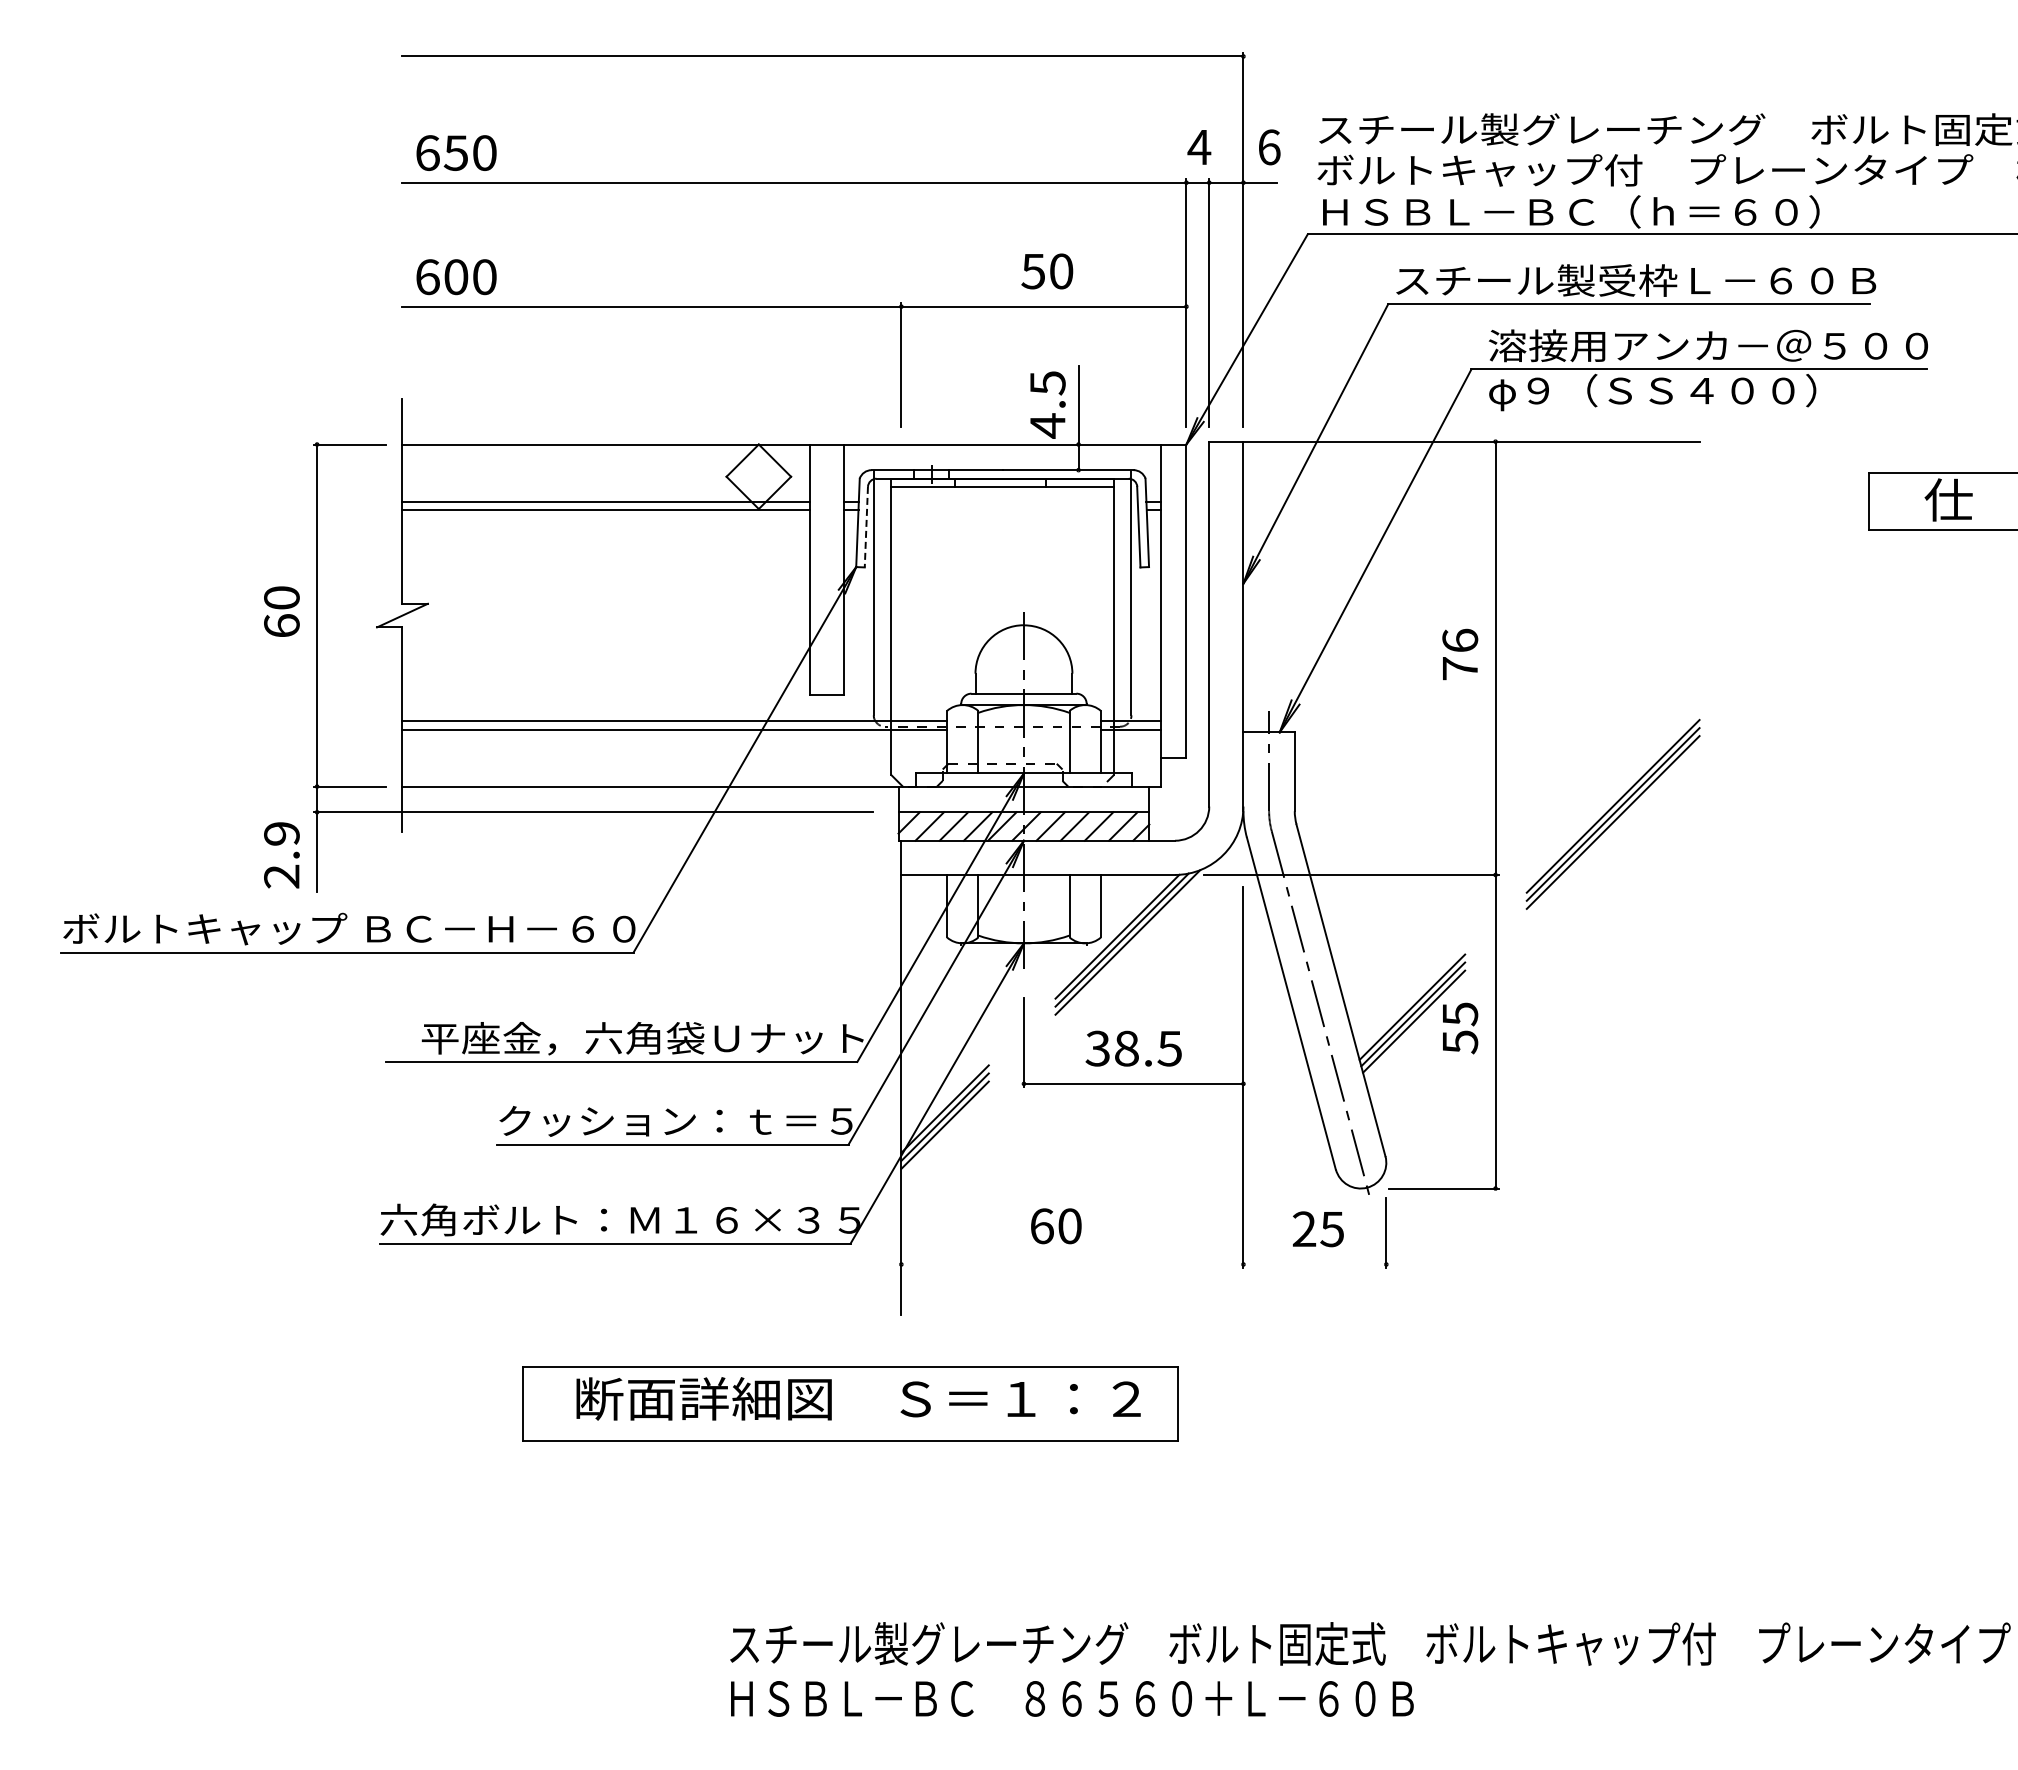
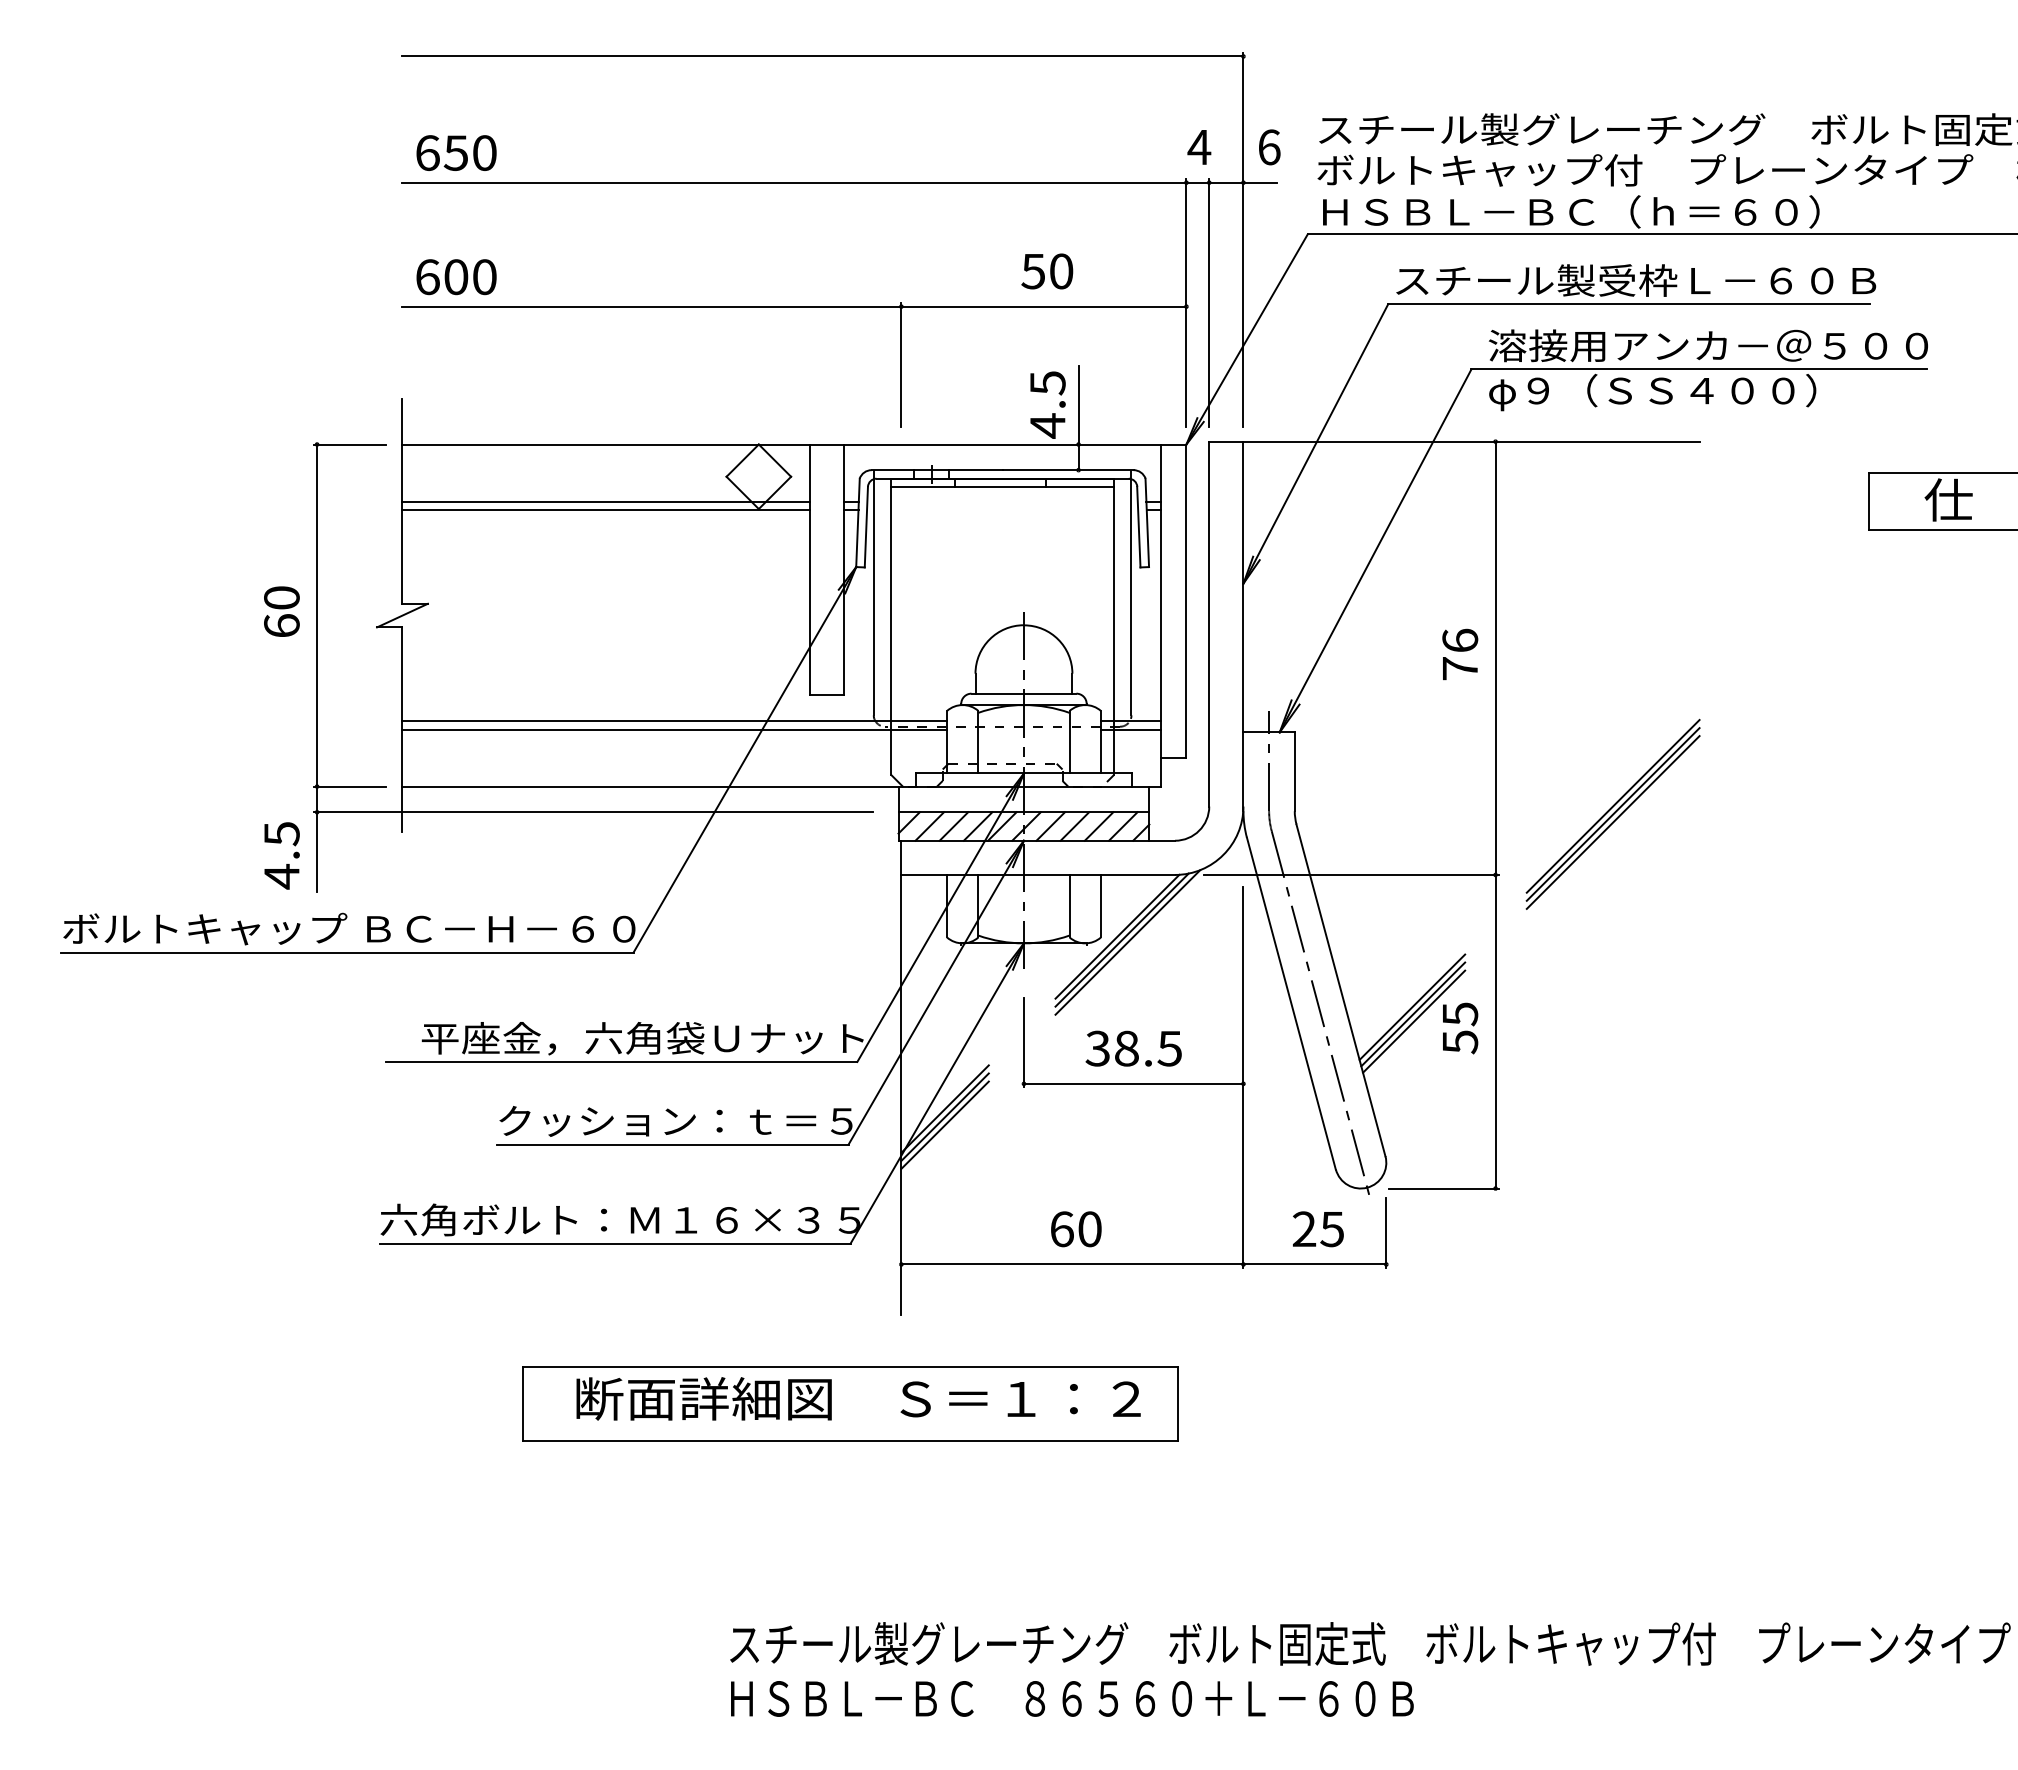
line at (866, 527): dashed -> solid
text at (281, 855): 2.9 -> 4.5
text at (1056, 1226) position: (1056, 1226) -> (1076, 1229)
line at (1143, 1264): none -> present
